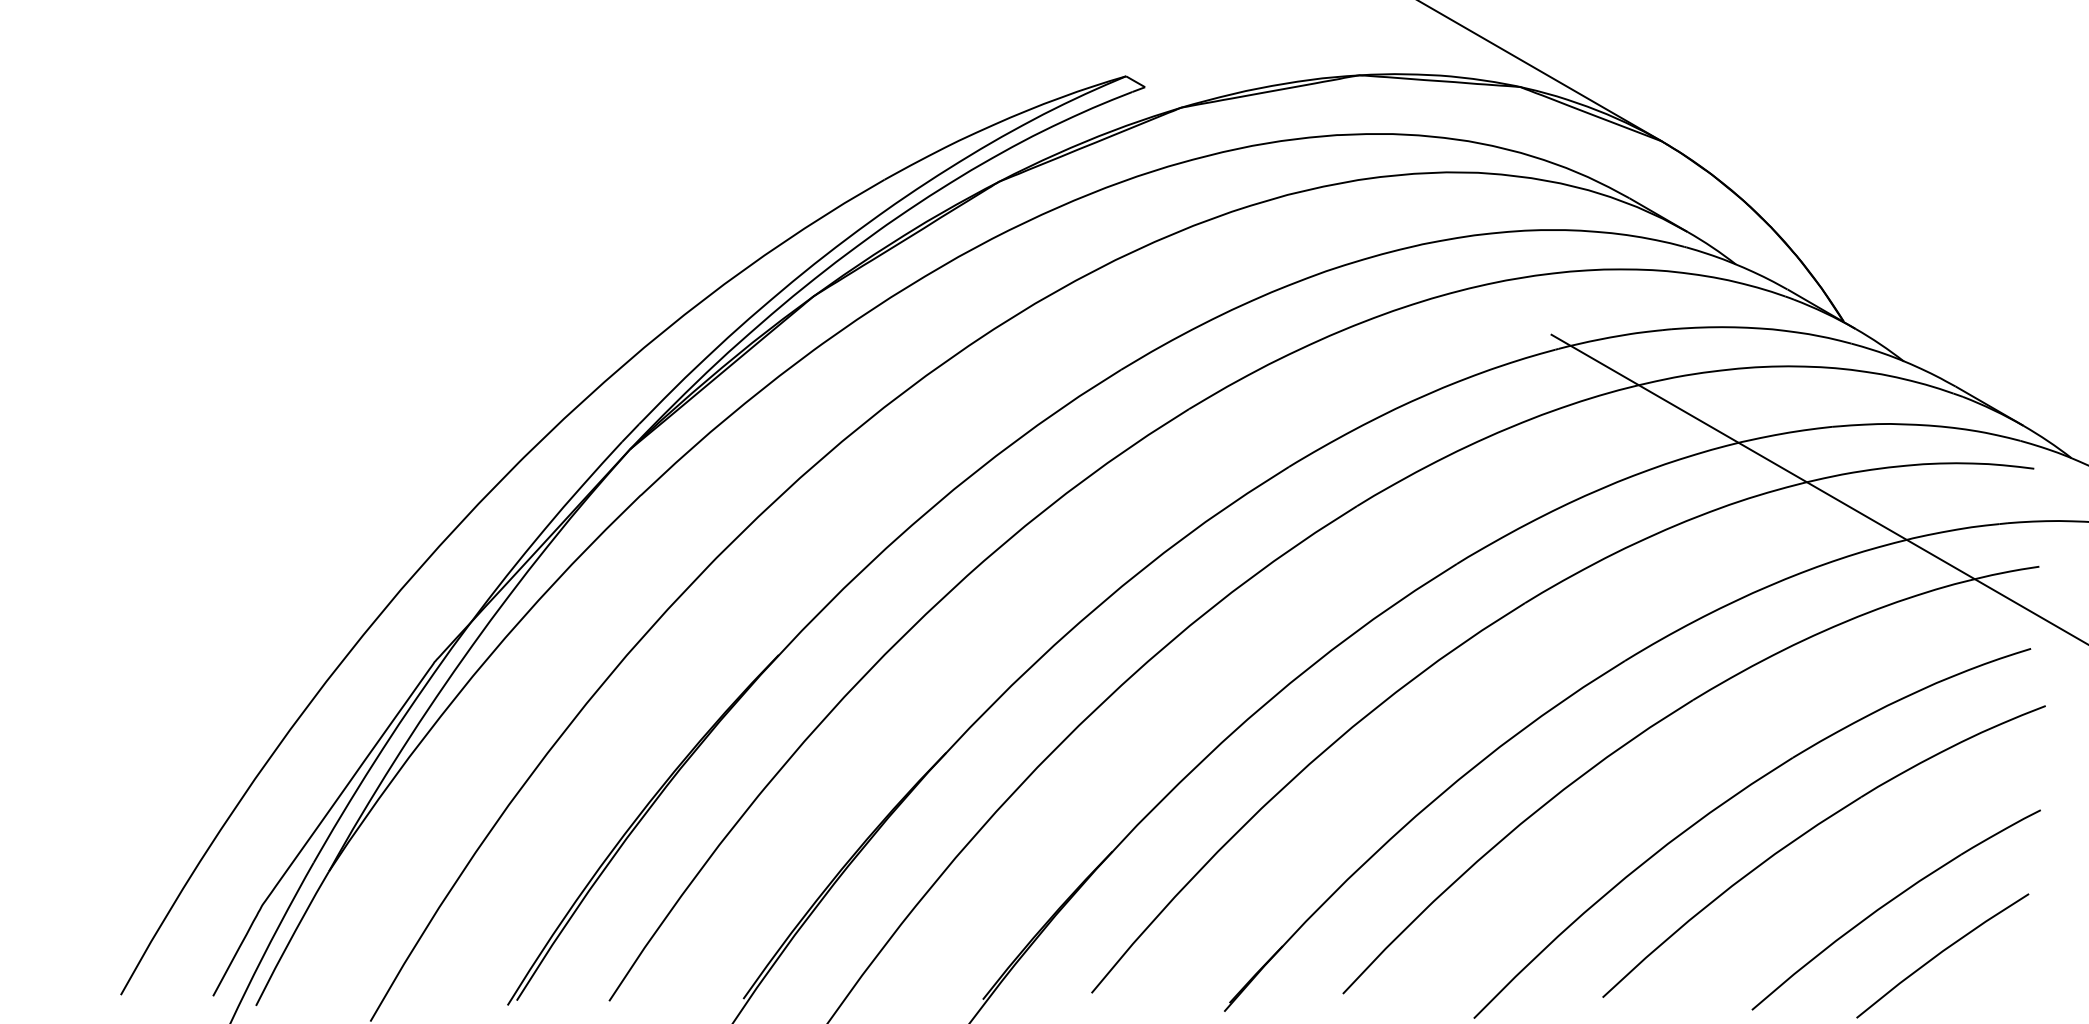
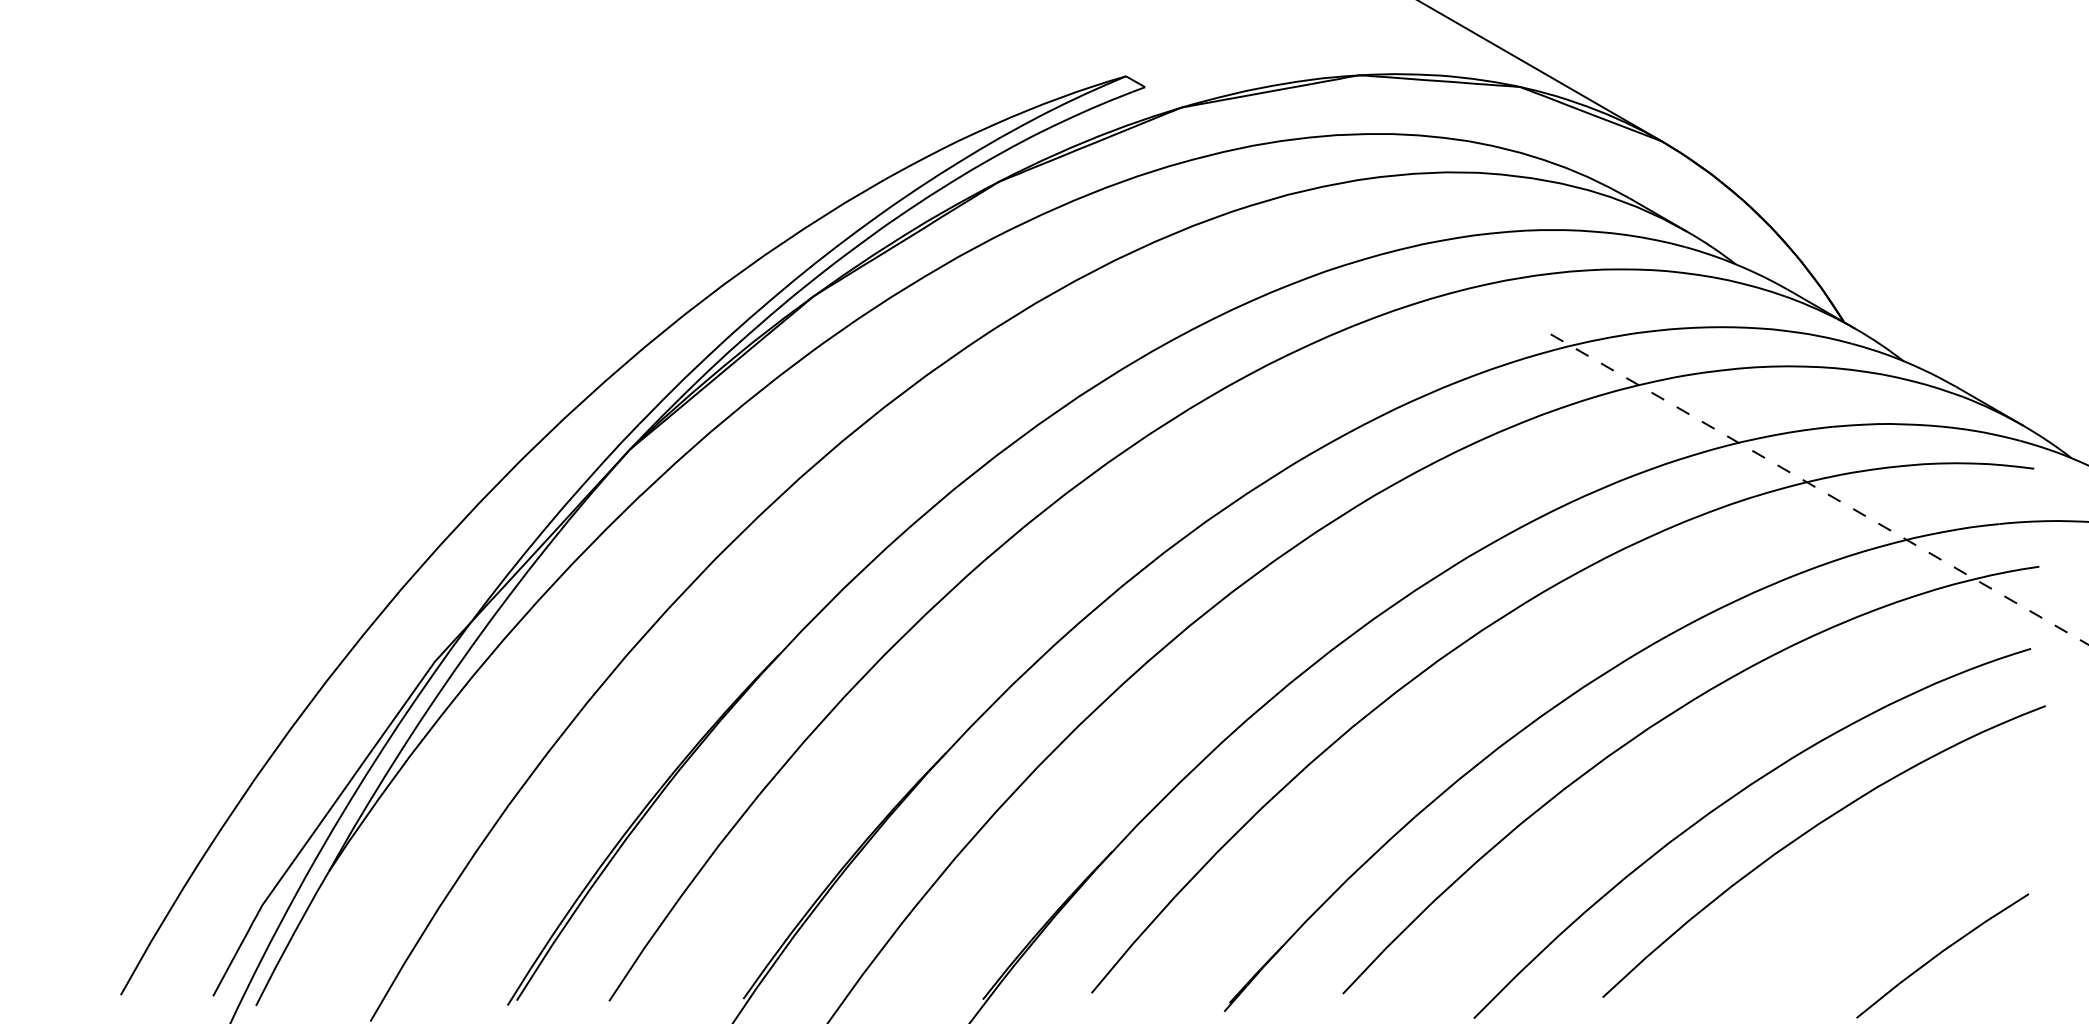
line at (1819, 489): solid -> dashed
part at (1890, 902): present -> none
